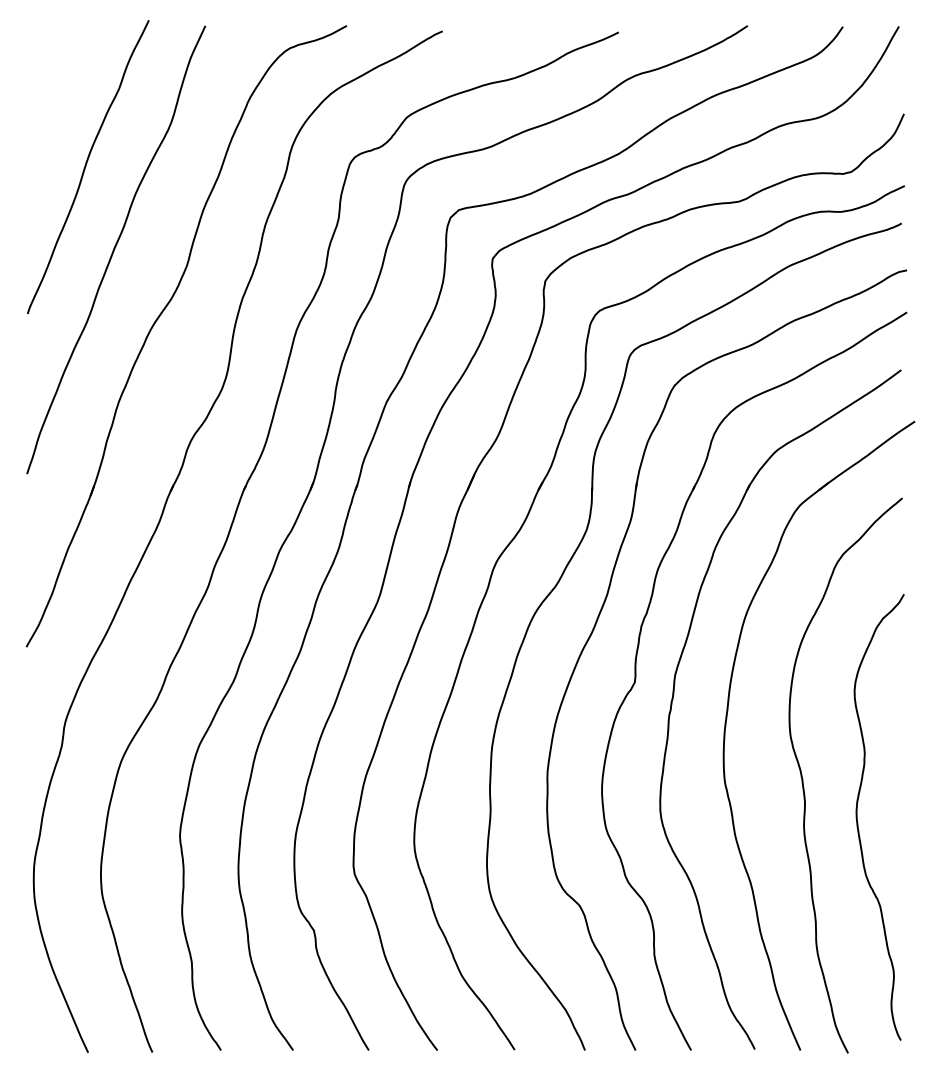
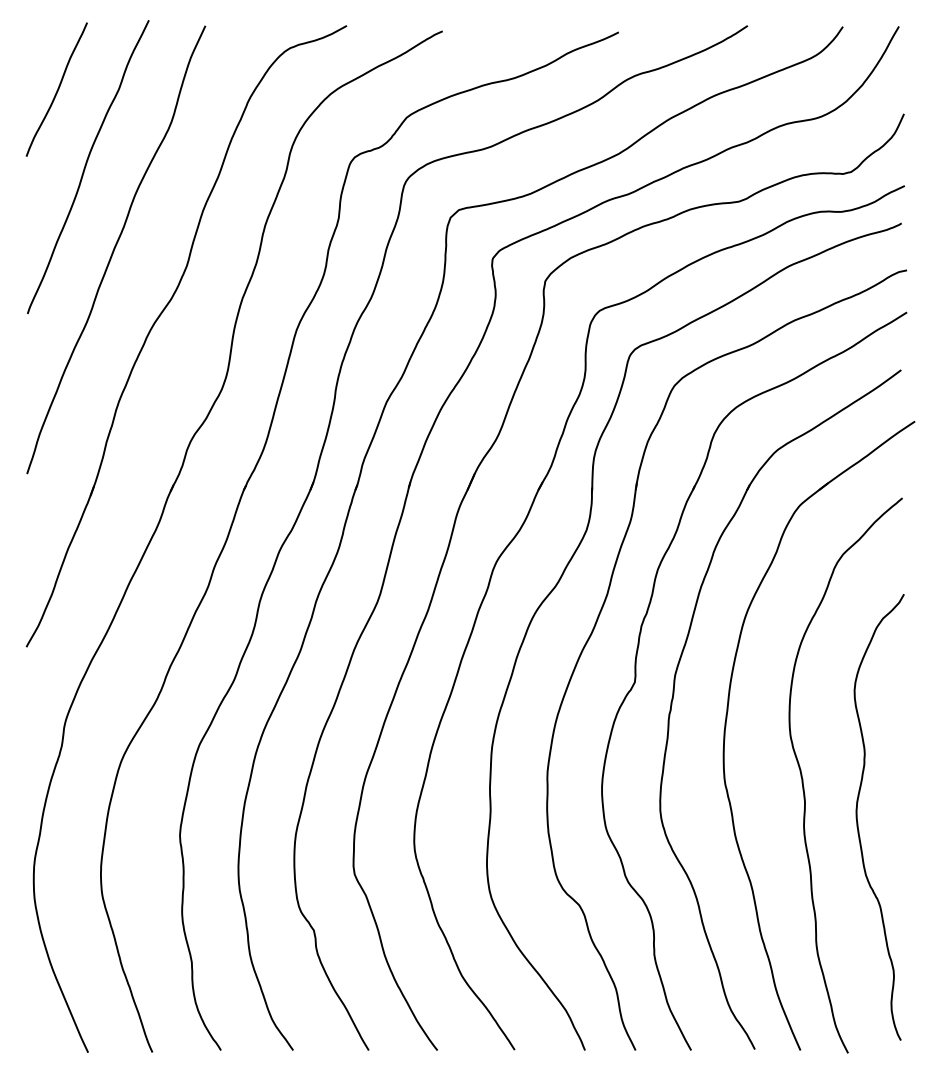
curve at (57, 89): none -> present
